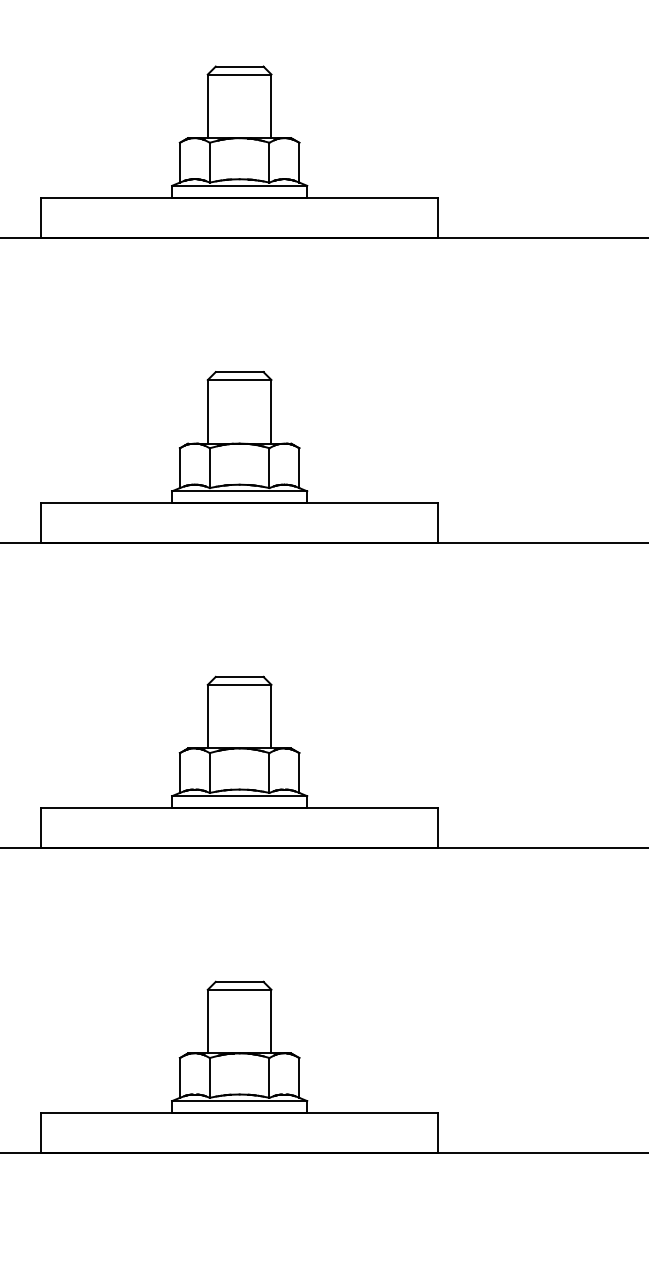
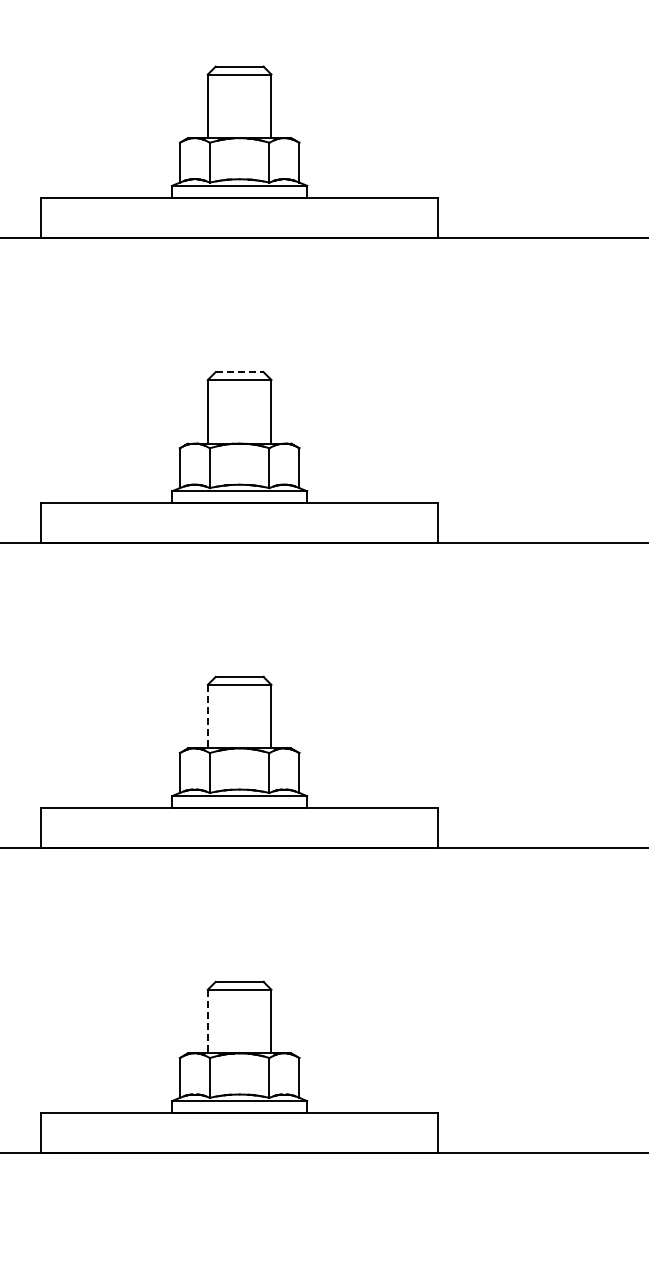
line at (239, 372): solid -> dashed
line at (207, 716): solid -> dashed
line at (207, 1021): solid -> dashed
